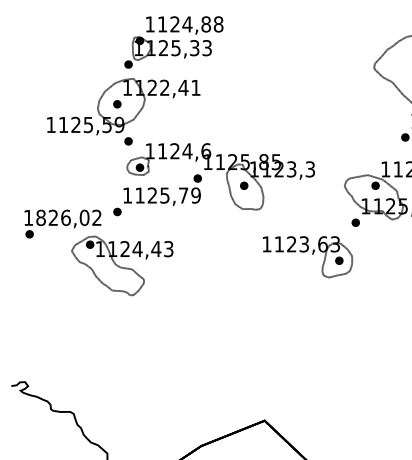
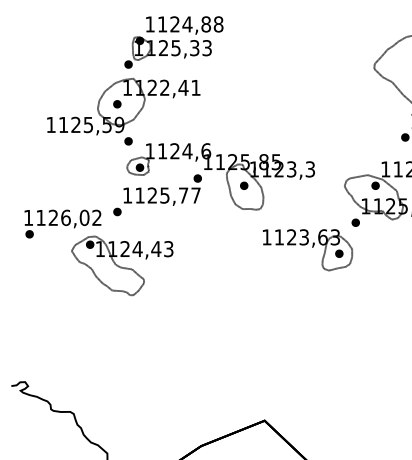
text at (195, 195): 1125,79 -> 1125,77
text at (40, 217): 1826,02 -> 1126,02
part at (308, 257) position: (308, 257) -> (308, 250)
